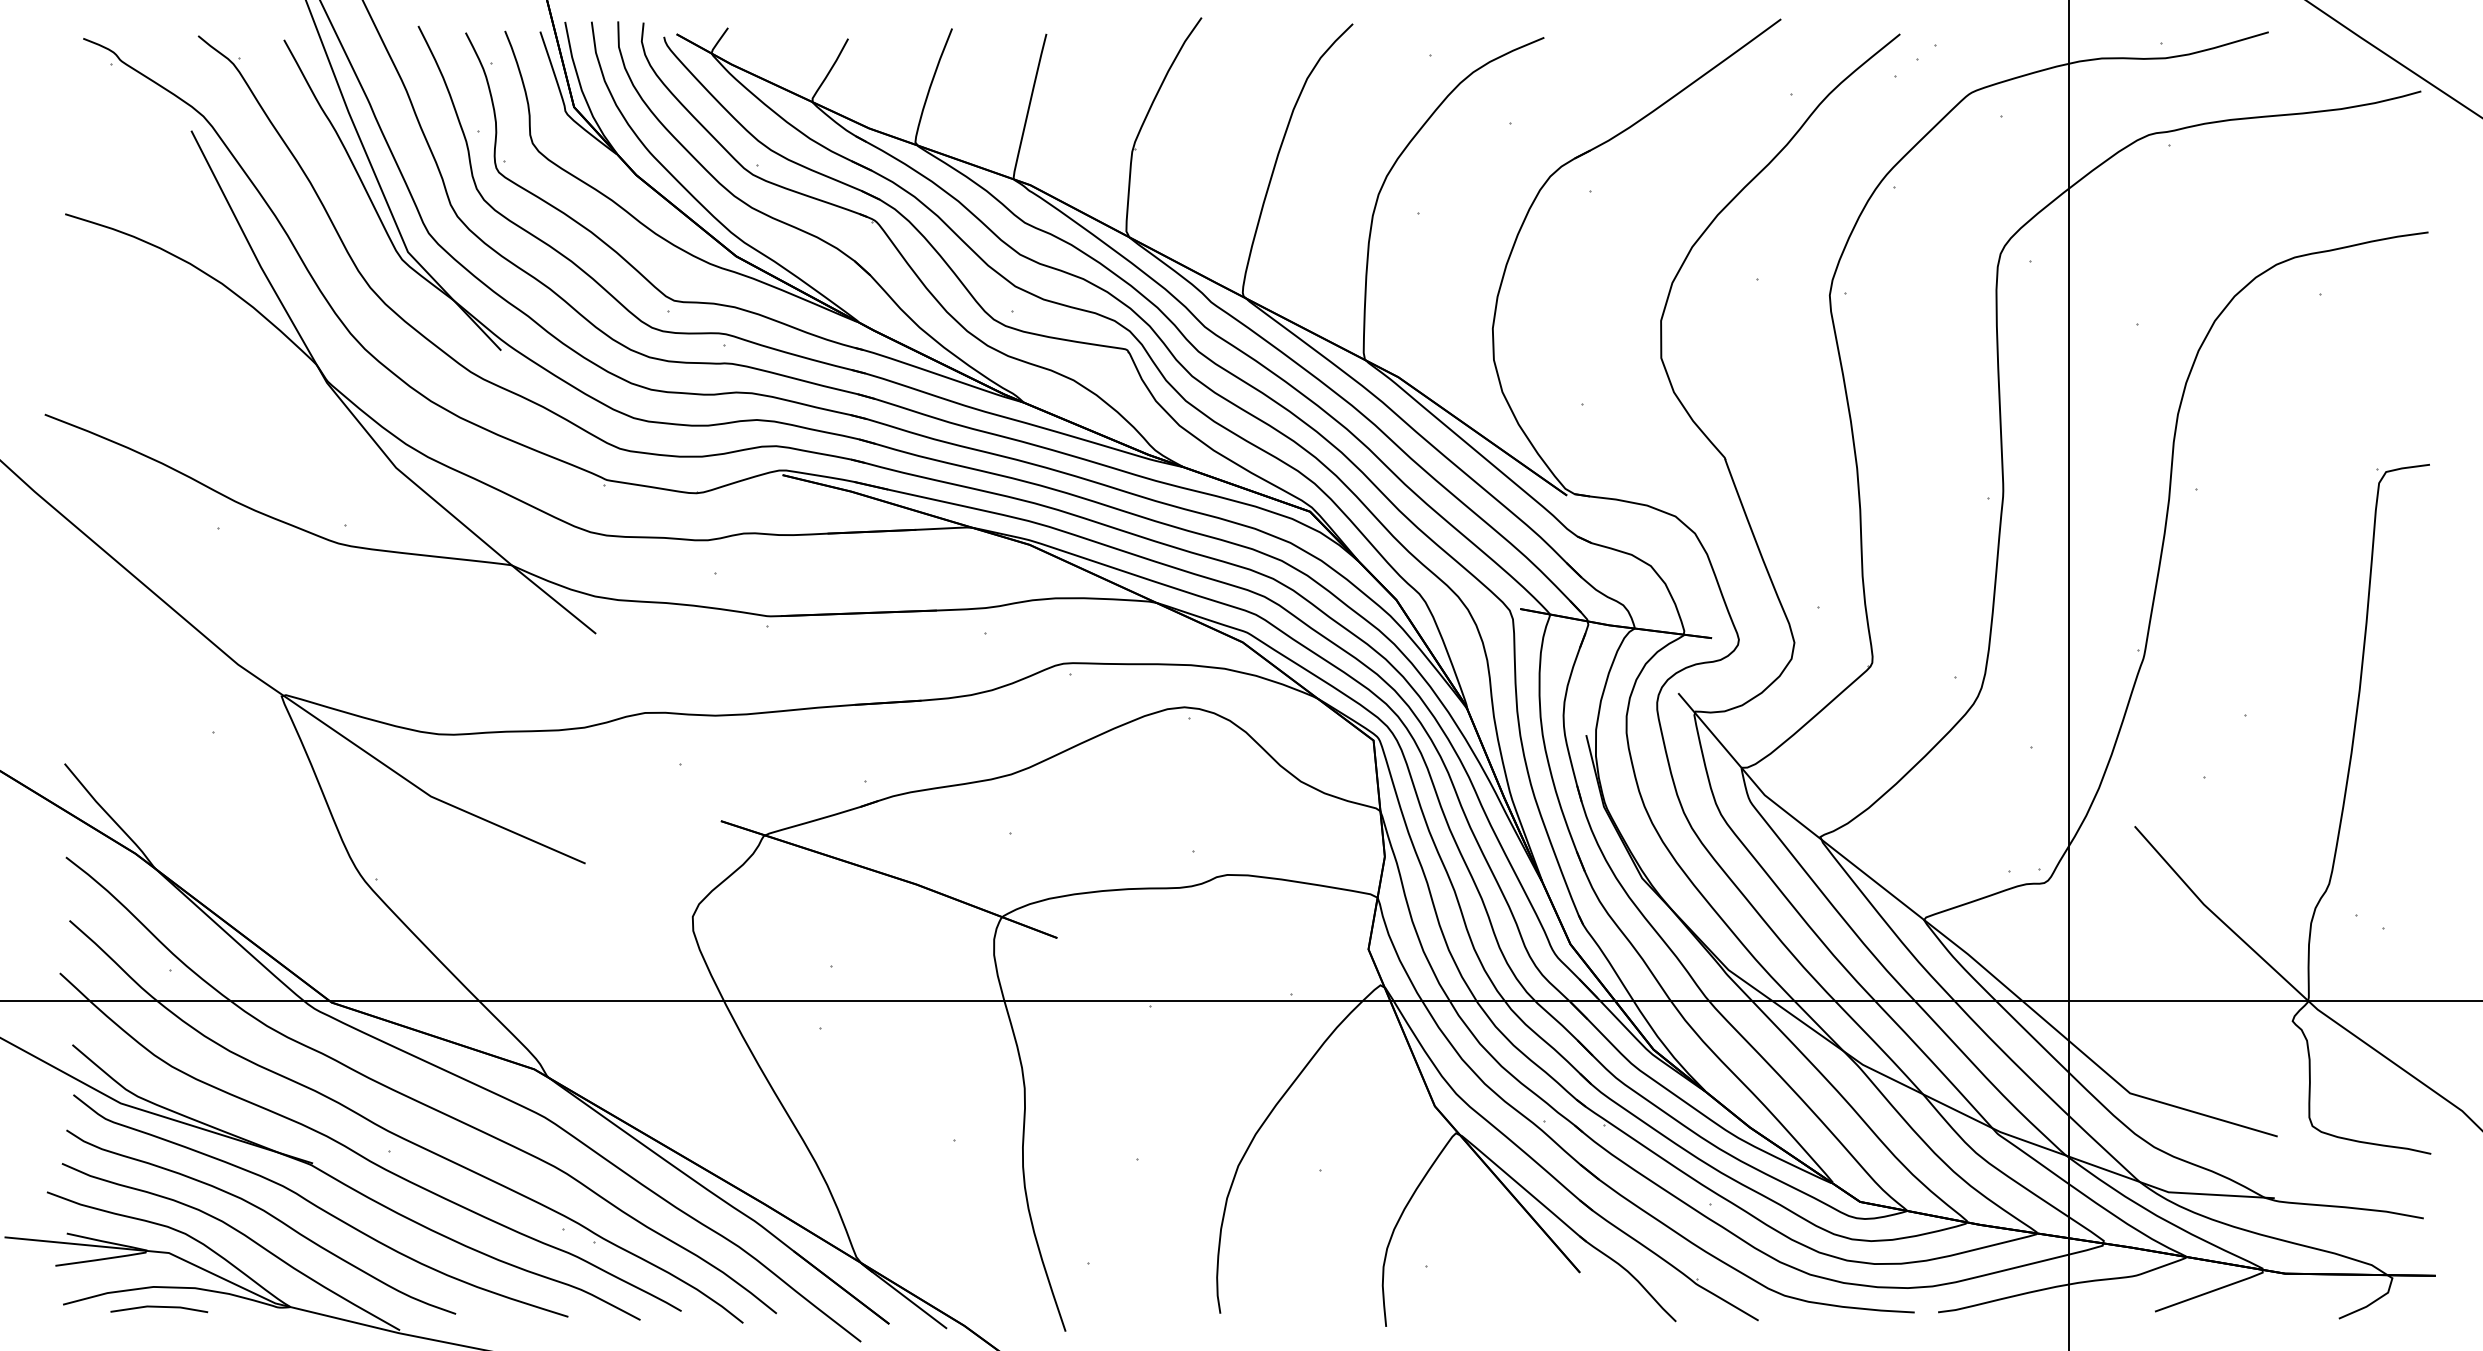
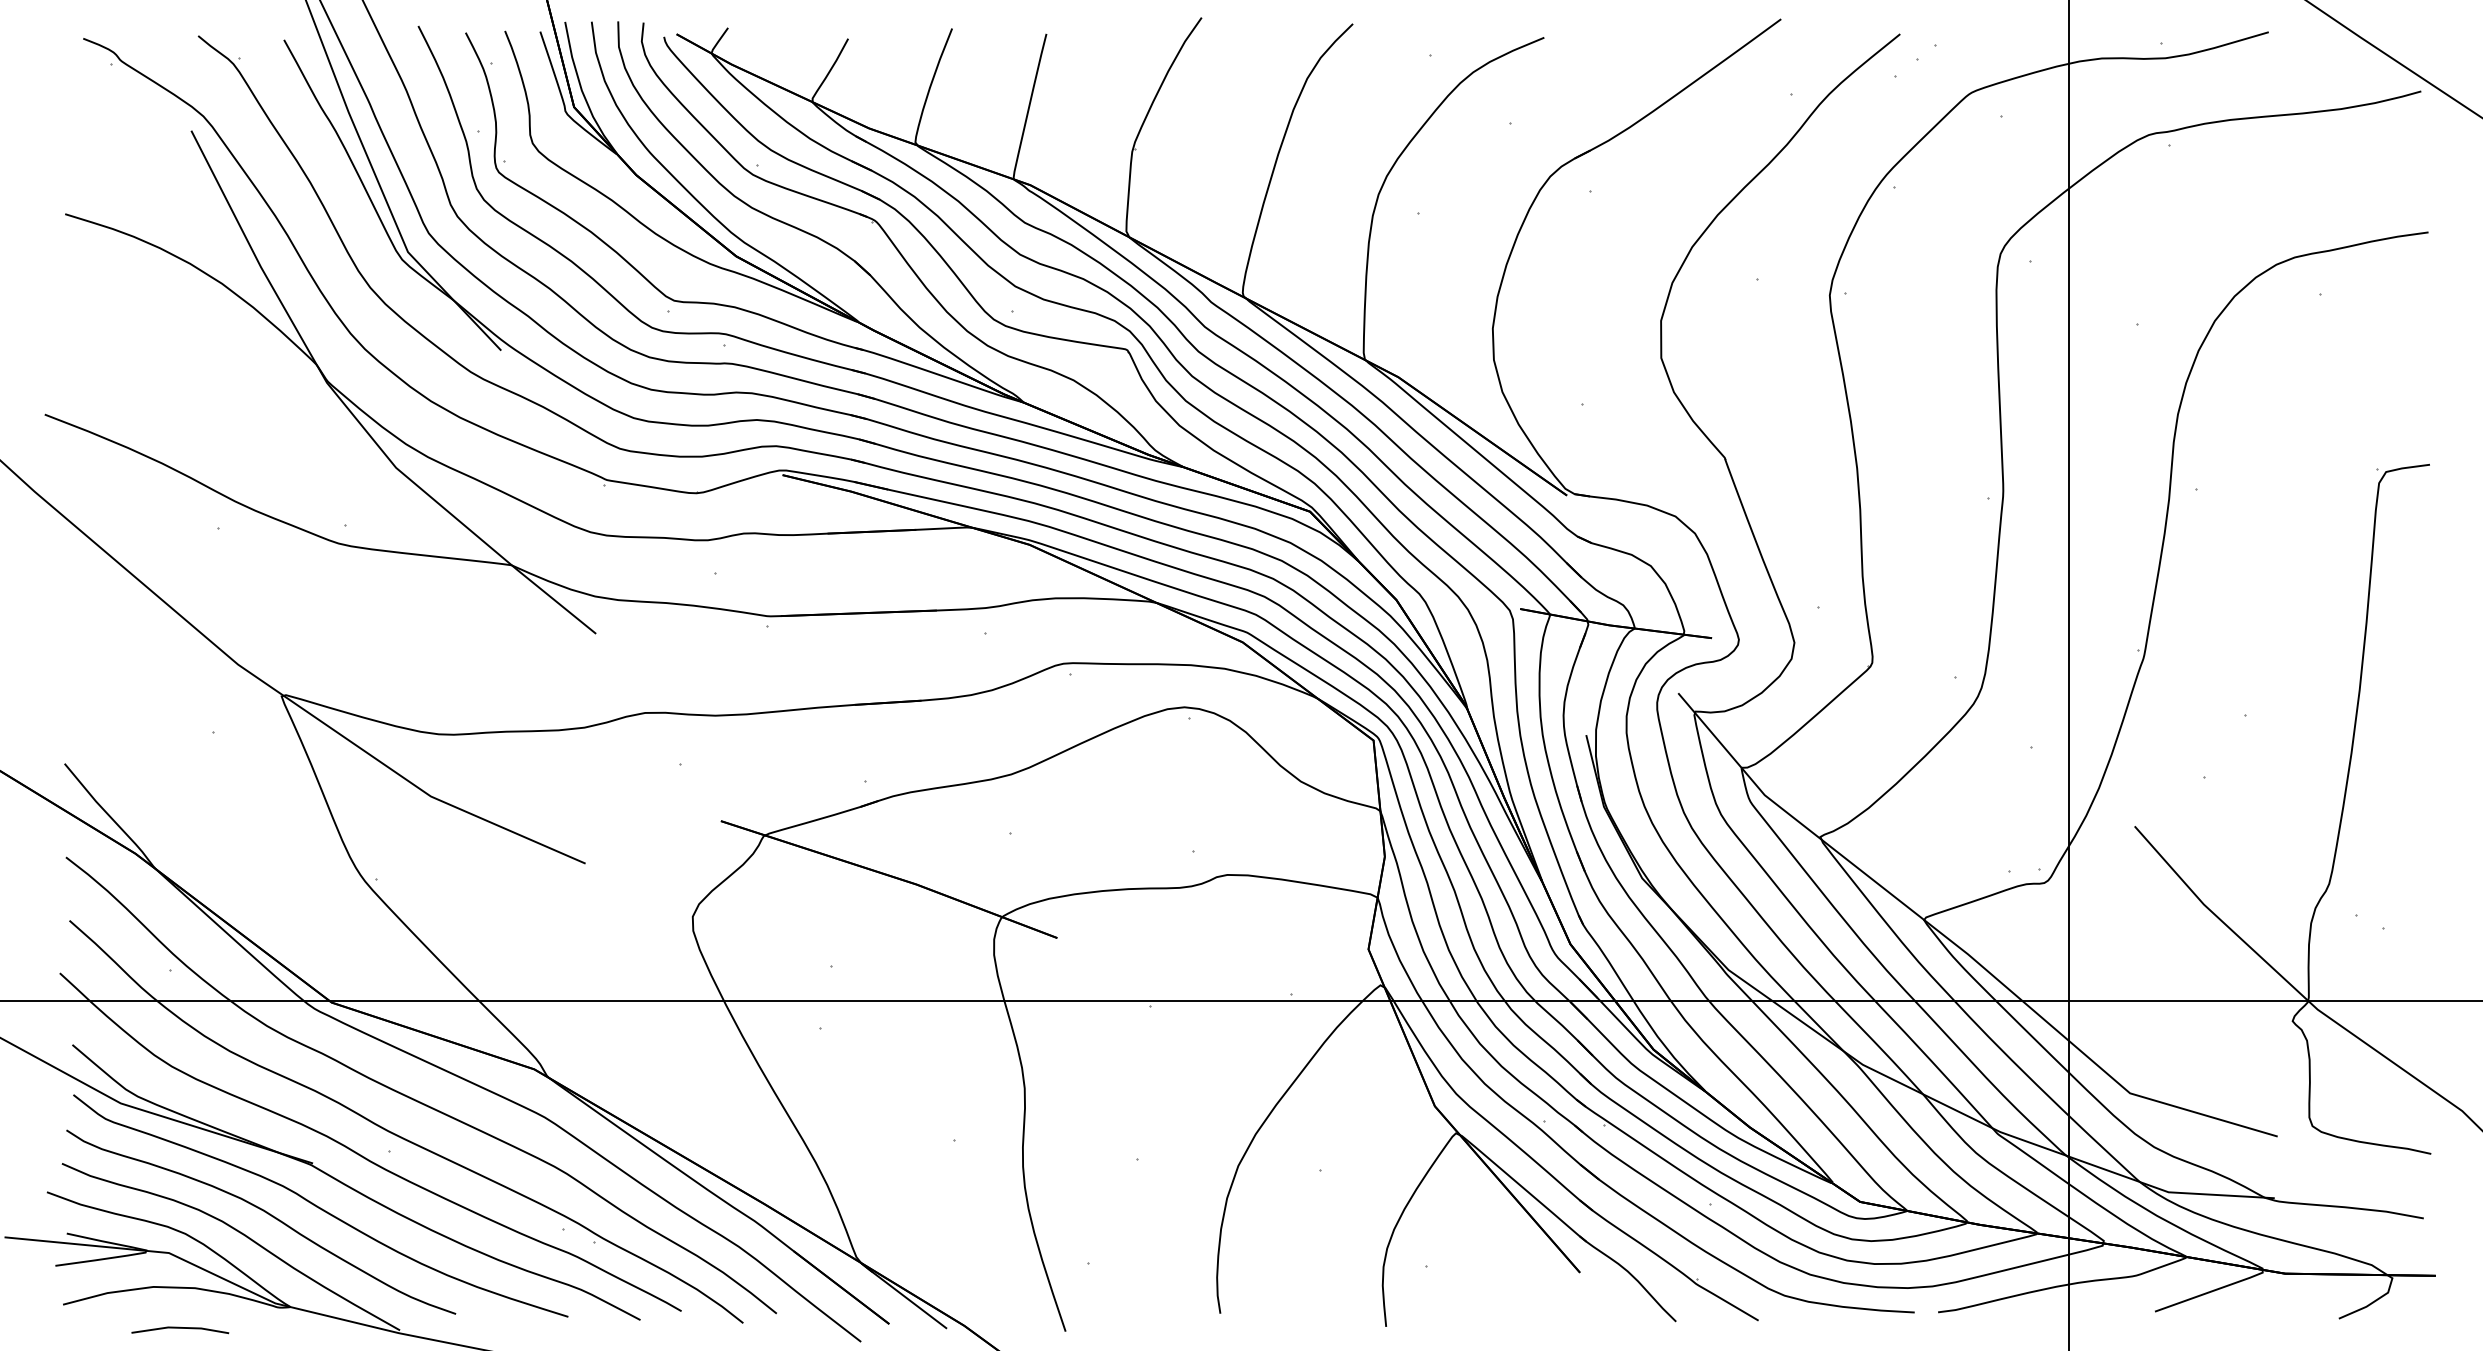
line at (159, 1307) position: (159, 1307) -> (180, 1328)
